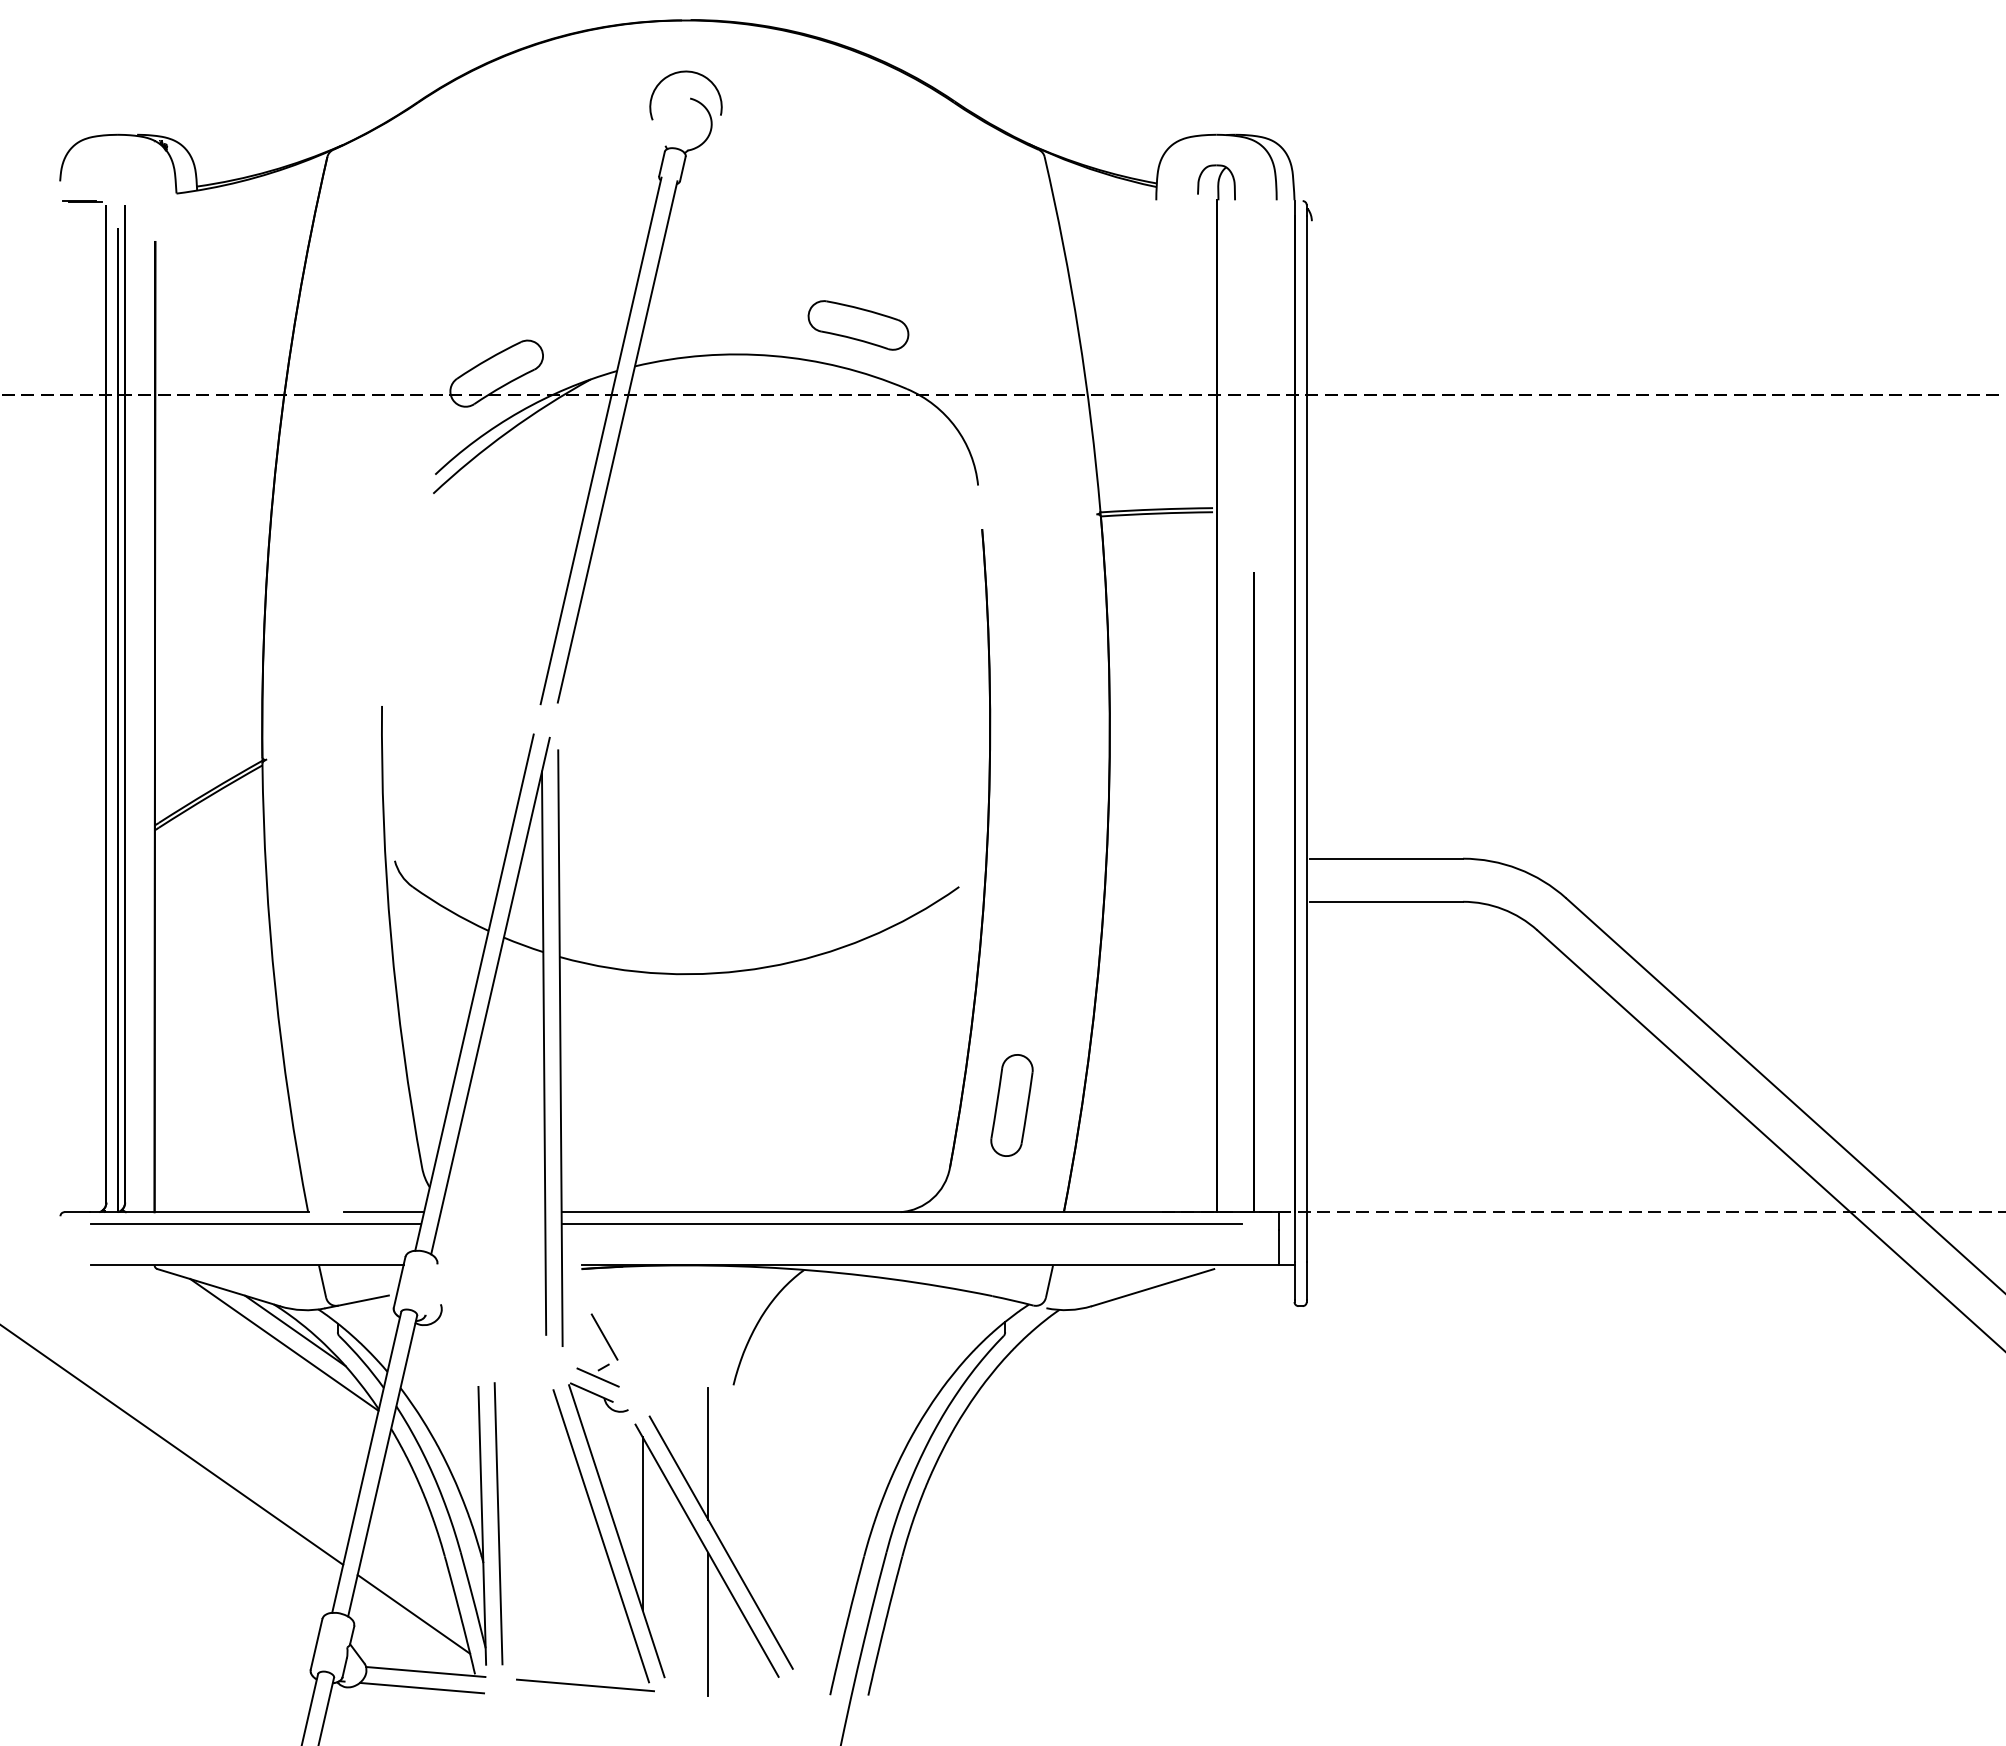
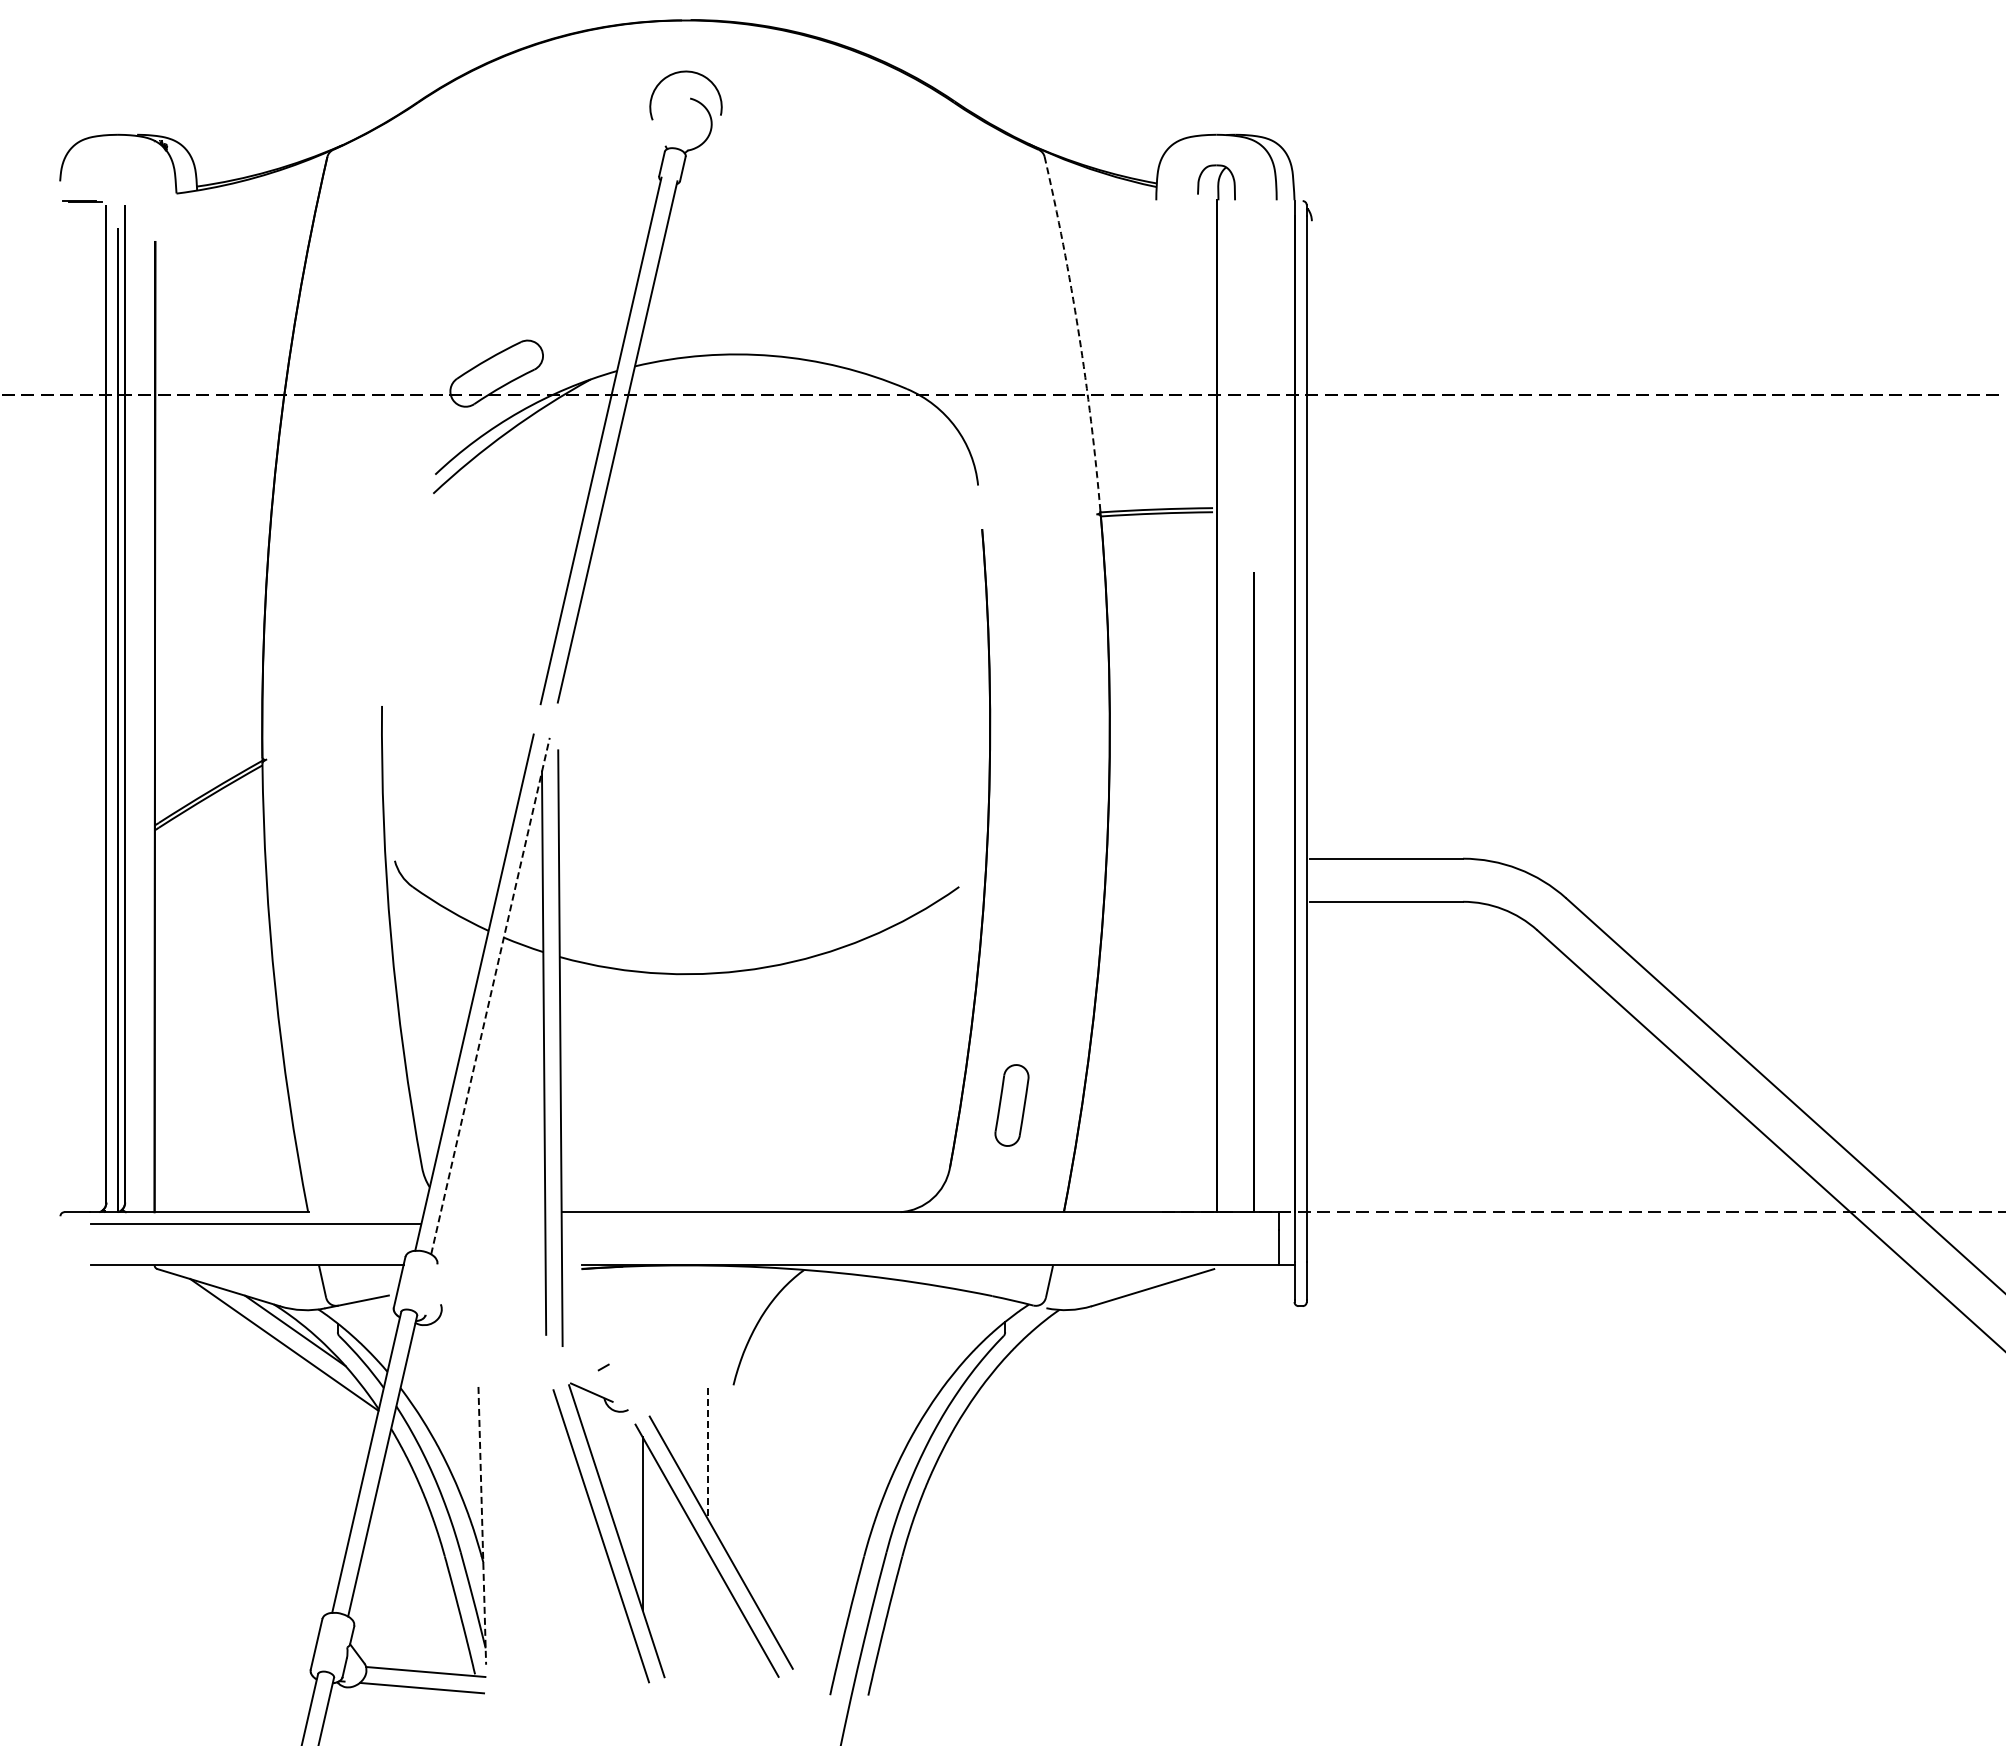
part at (858, 325): present -> none
arc at (1078, 333): solid -> dashed
line at (490, 996): solid -> dashed
part at (1011, 1105) size: 44x103 px -> 36x83 px
line at (383, 1212): present -> none
line at (901, 1224): present -> none
line at (604, 1336): present -> none
line at (597, 1377): present -> none
line at (172, 1445): present -> none
line at (708, 1454): solid -> dashed
line at (498, 1523): present -> none
line at (482, 1525): solid -> dashed
line at (413, 1613): present -> none
line at (708, 1623): present -> none
line at (585, 1685): present -> none
